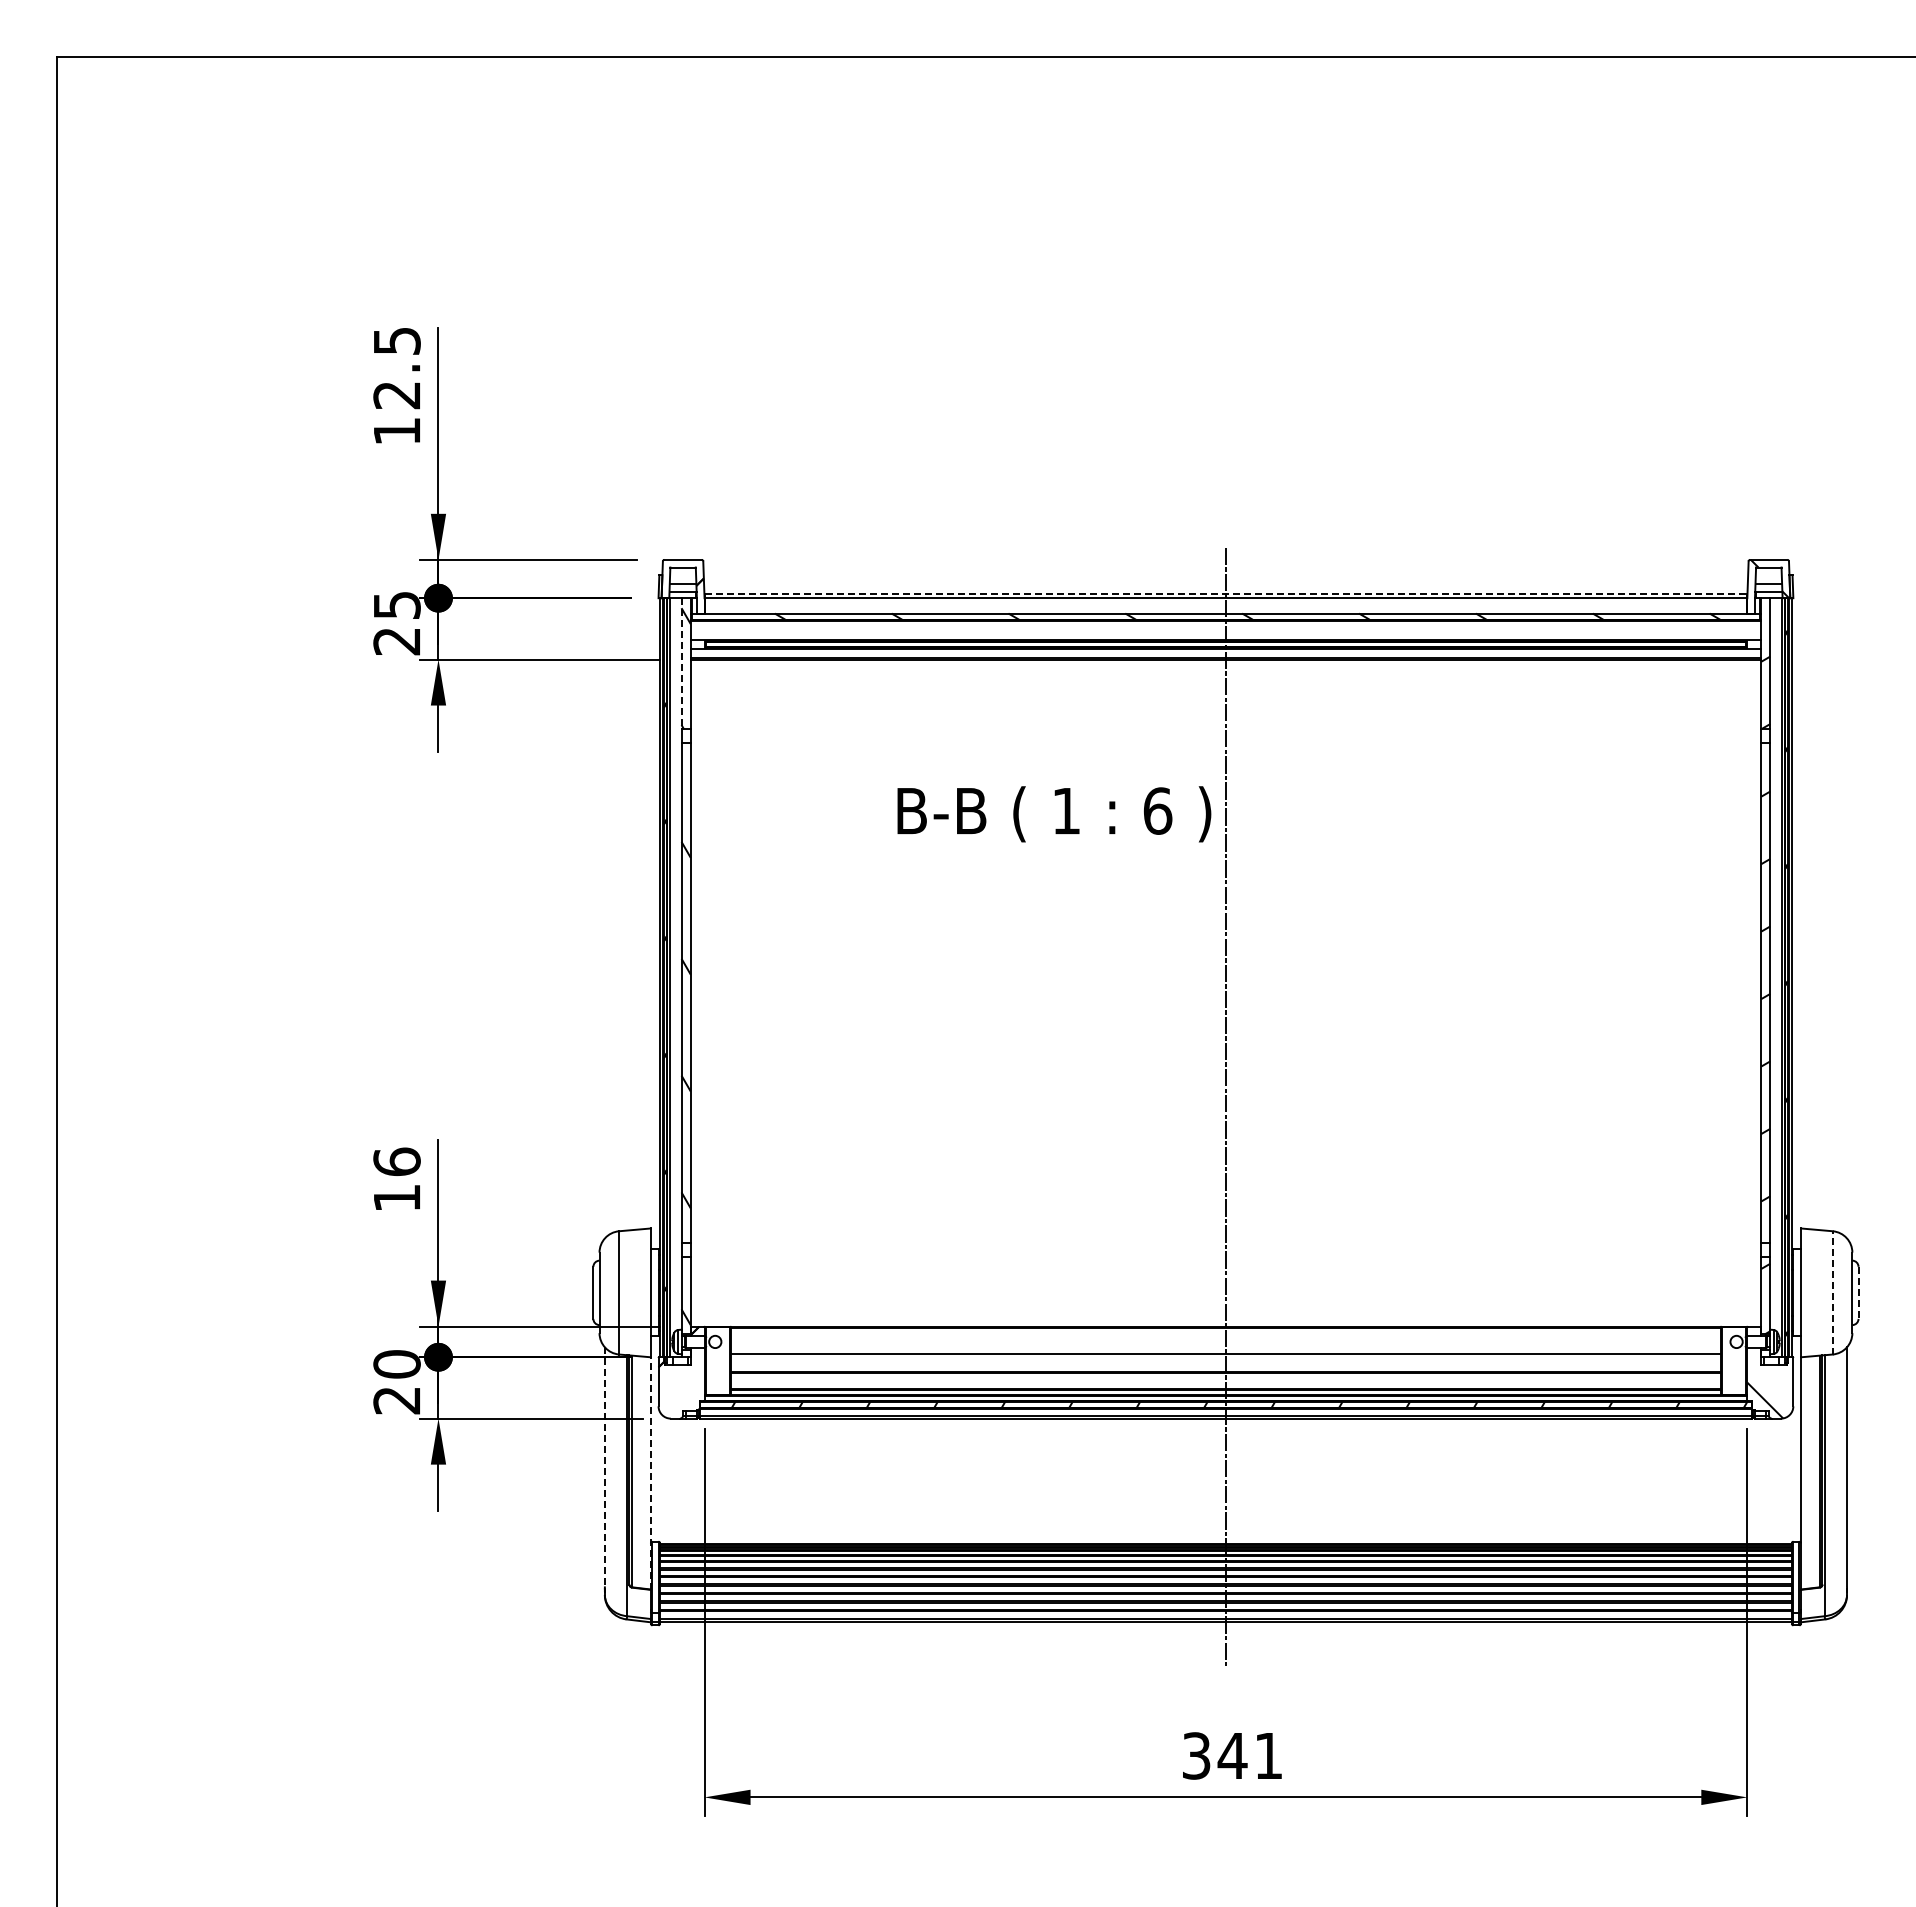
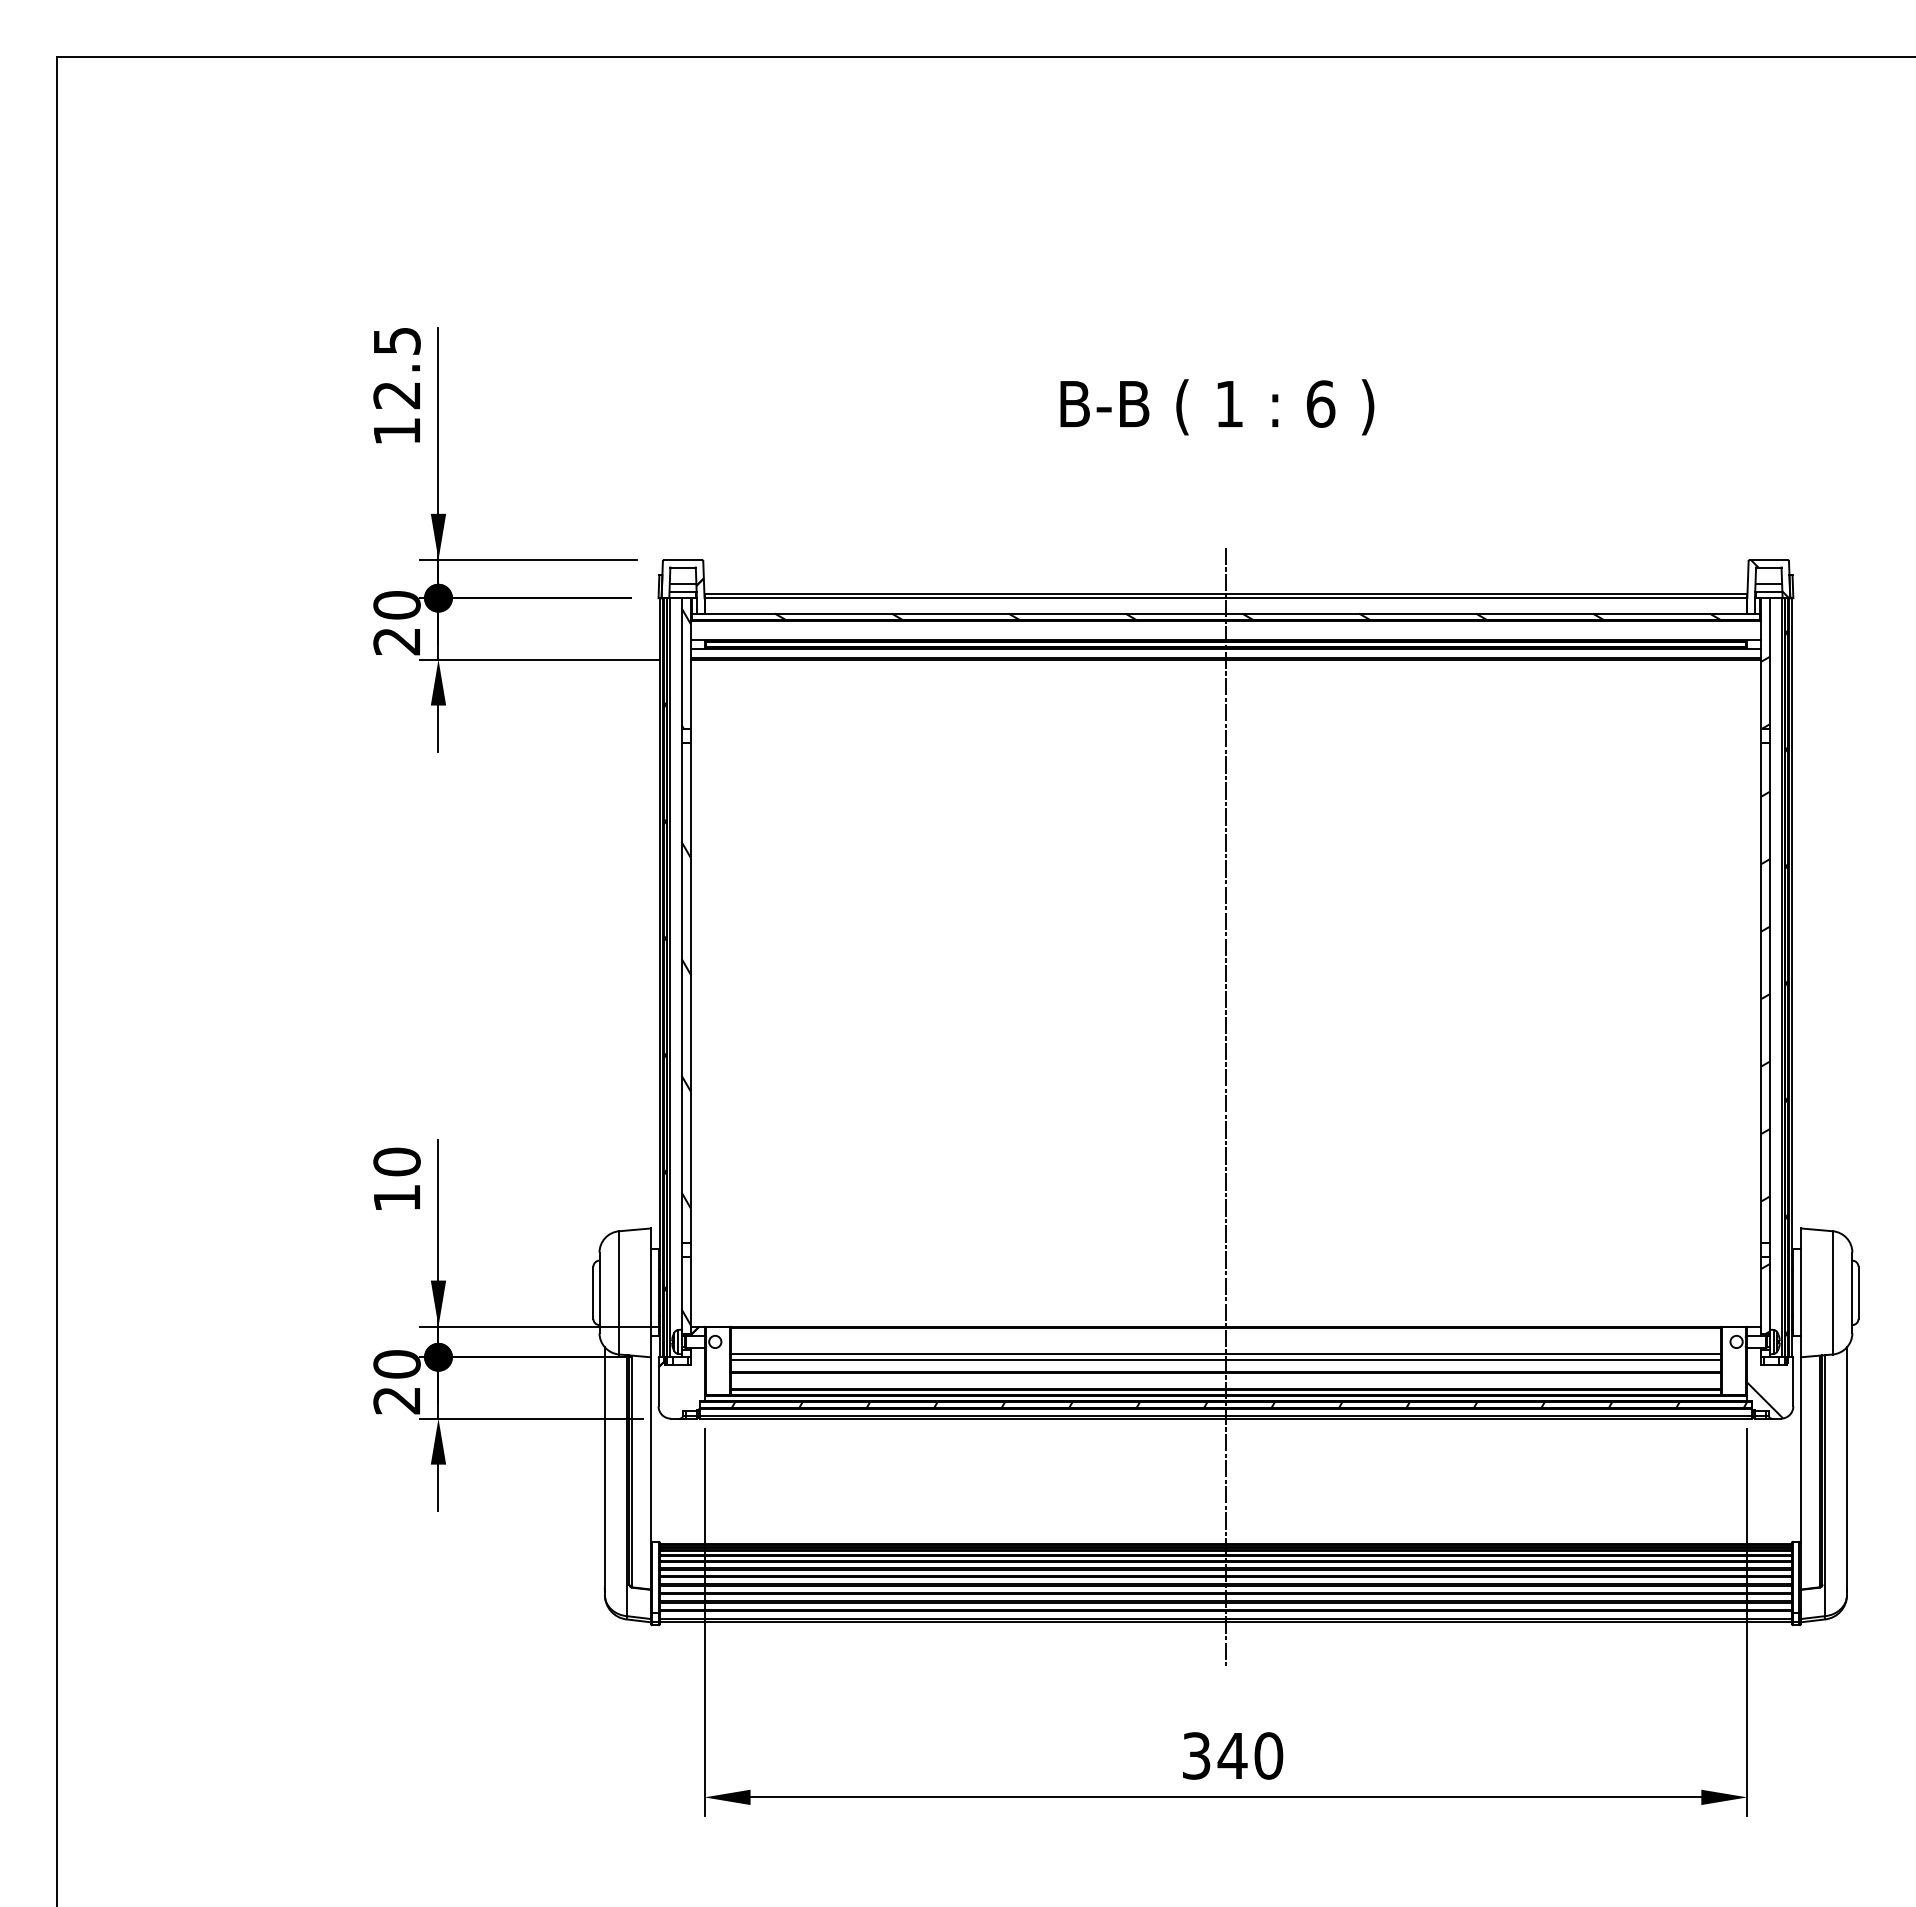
line at (1225, 593): dashed -> solid
text at (396, 605): 25 -> 20
line at (681, 663): dashed -> solid
text at (1054, 814) position: (1054, 814) -> (1217, 407)
text at (396, 1161): 16 -> 10
line at (1832, 1292): dashed -> solid
line at (1858, 1293): dashed -> solid
line at (1225, 1360): none -> present
line at (604, 1466): dashed -> solid
line at (650, 1472): dashed -> solid
text at (1268, 1755): 341 -> 340
